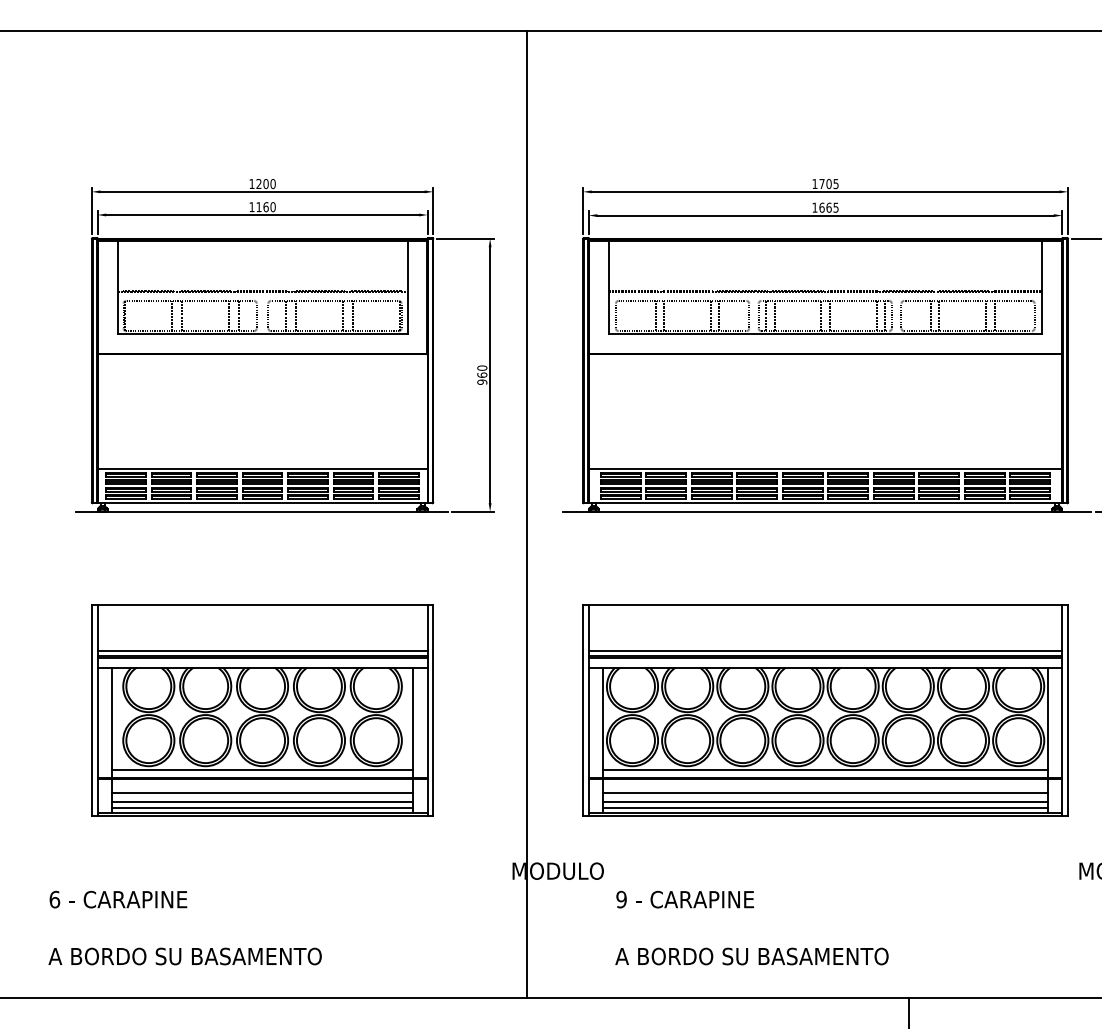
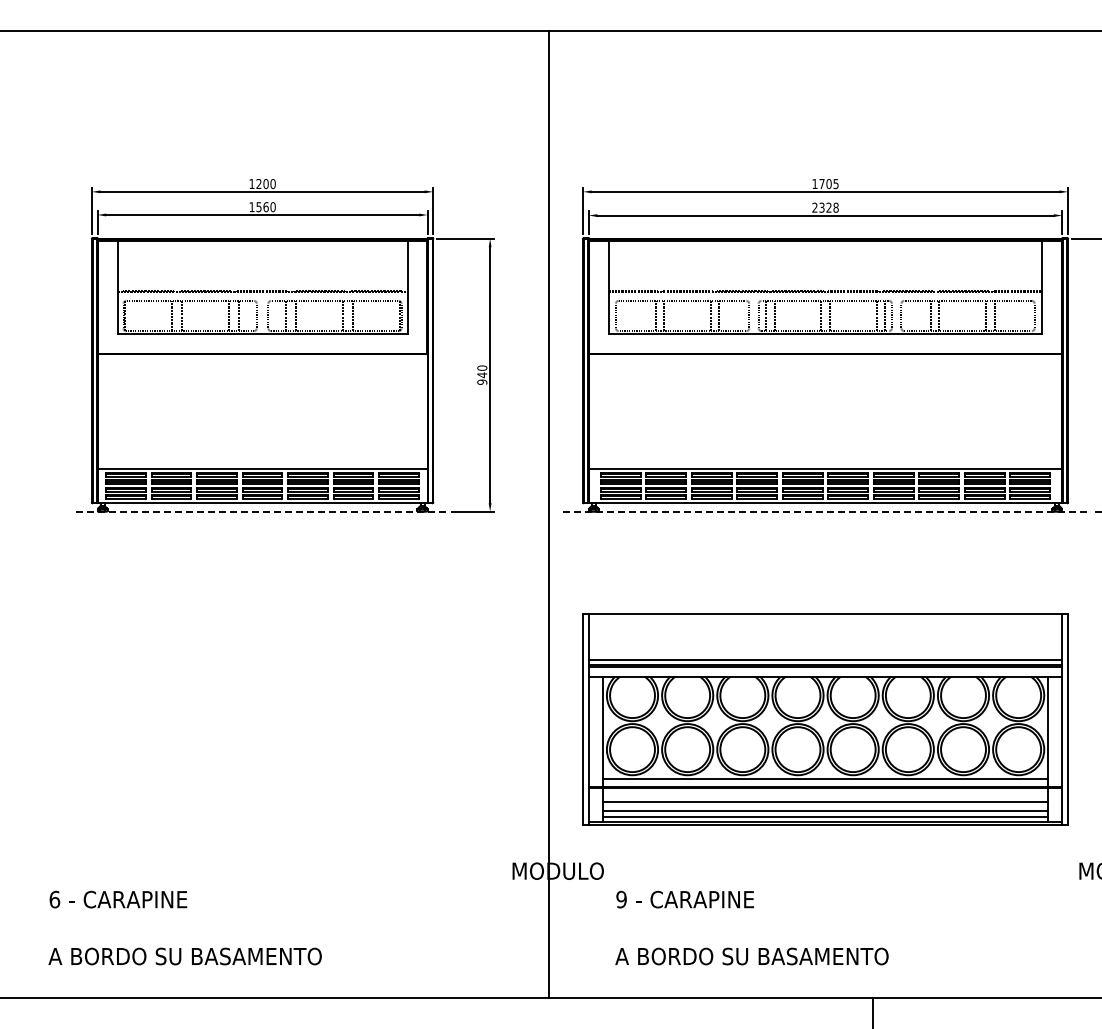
text at (258, 207): 1160 -> 1560
text at (825, 207): 1665 -> 2328
text at (482, 375): 960 -> 940
line at (261, 511): solid -> dashed
line at (827, 511): solid -> dashed
line at (526, 514) position: (526, 514) -> (548, 514)
part at (262, 710): present -> none
part at (825, 710) position: (825, 710) -> (825, 719)
line at (909, 1011) position: (909, 1011) -> (873, 1011)
